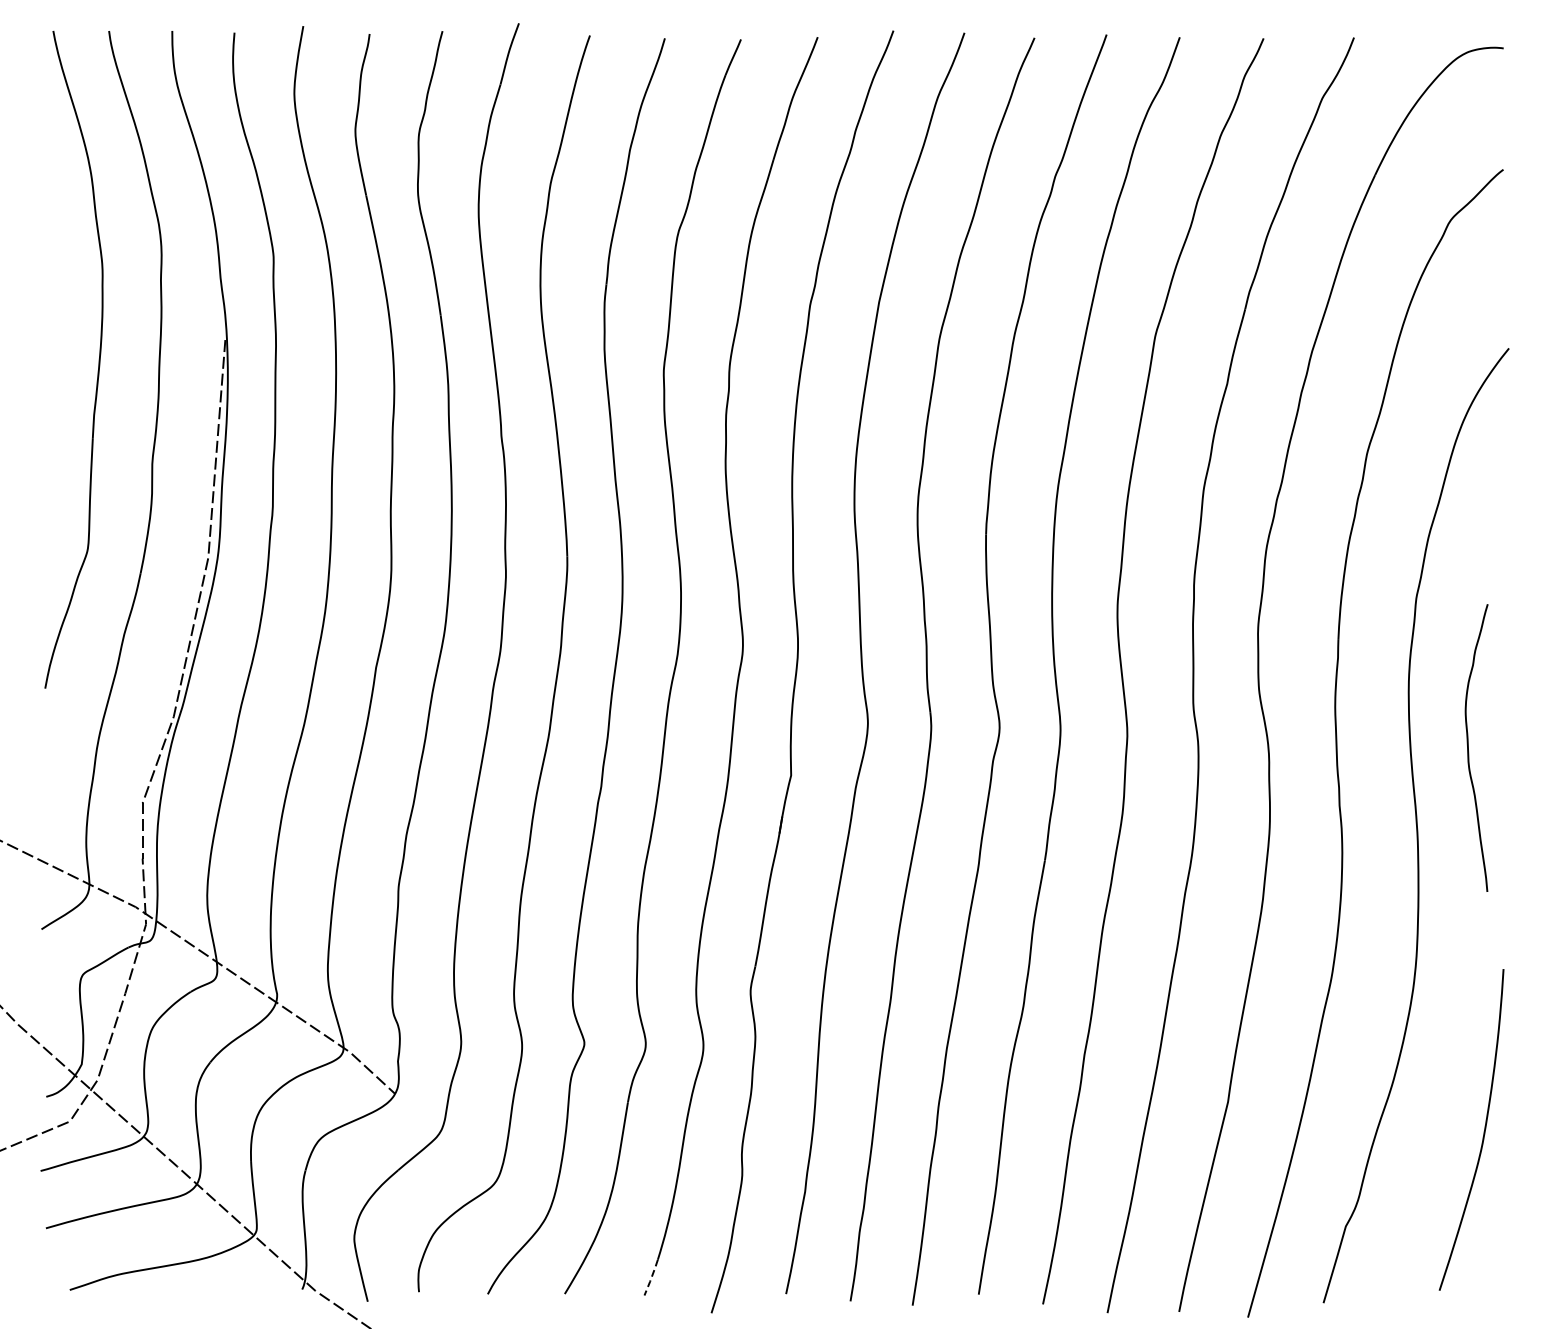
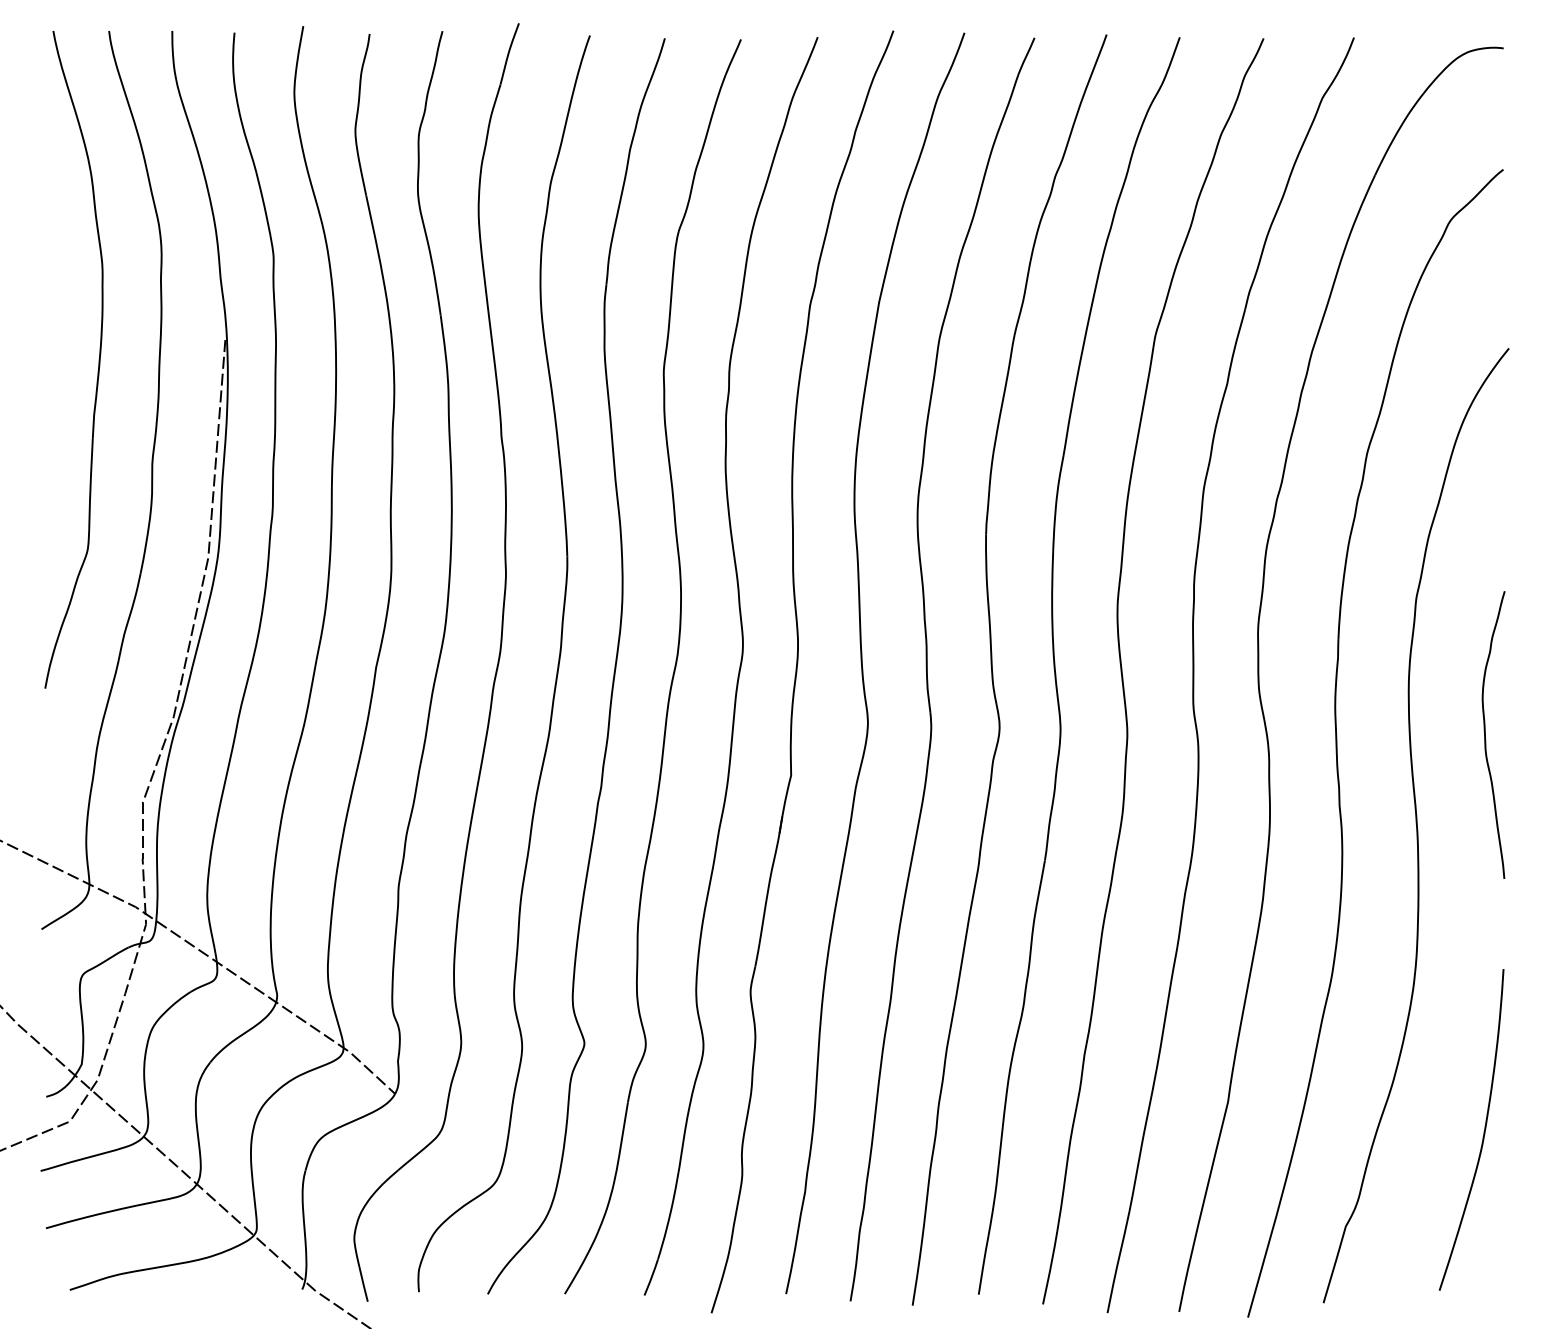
curve at (1468, 747) position: (1468, 747) -> (1485, 734)
line at (651, 1278): dashed -> solid
